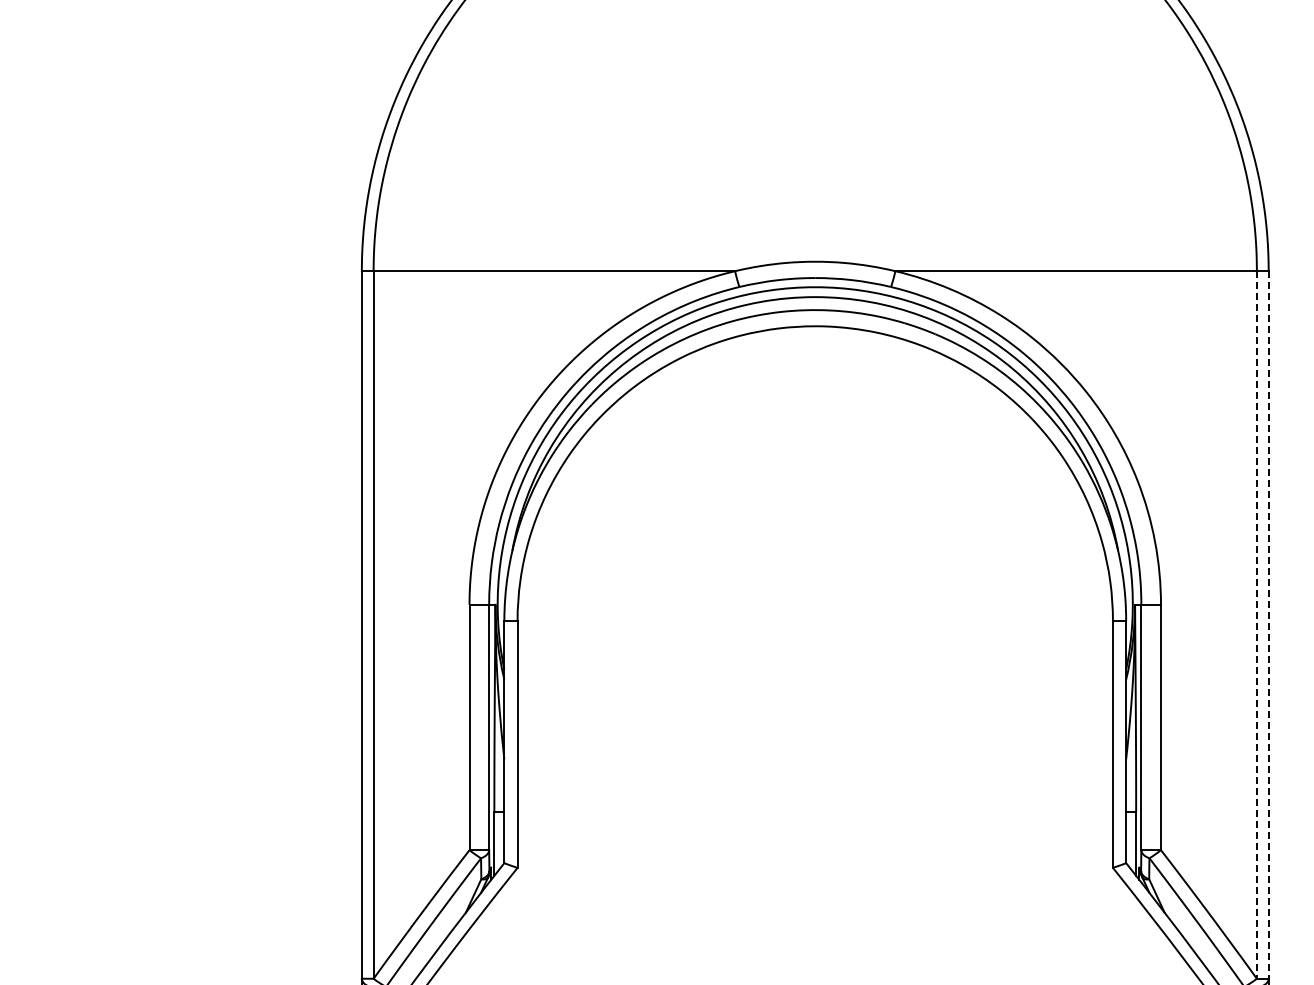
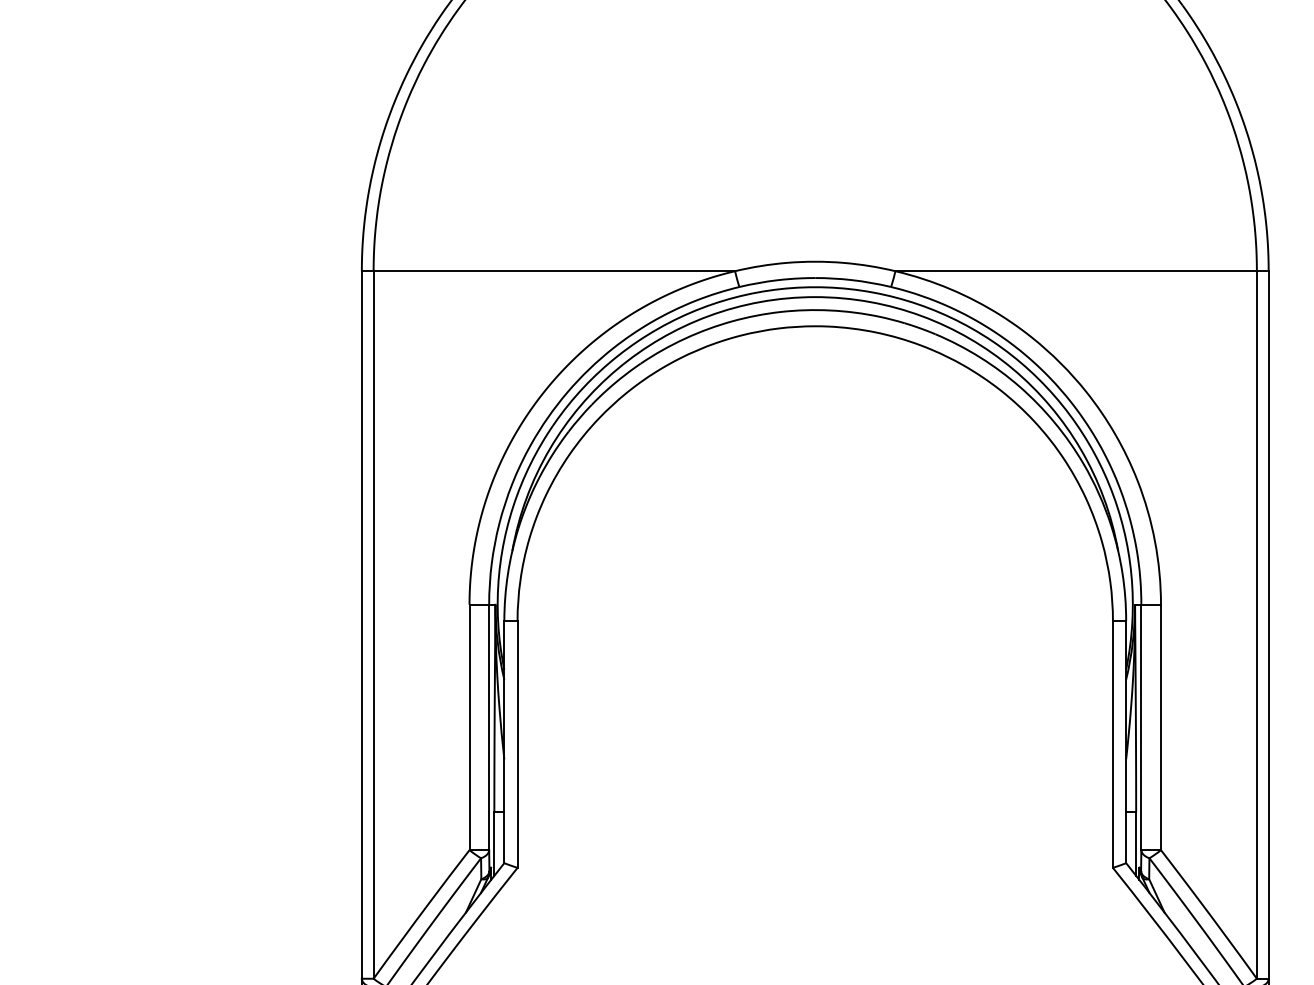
line at (1256, 624): dashed -> solid
line at (1268, 624): dashed -> solid
